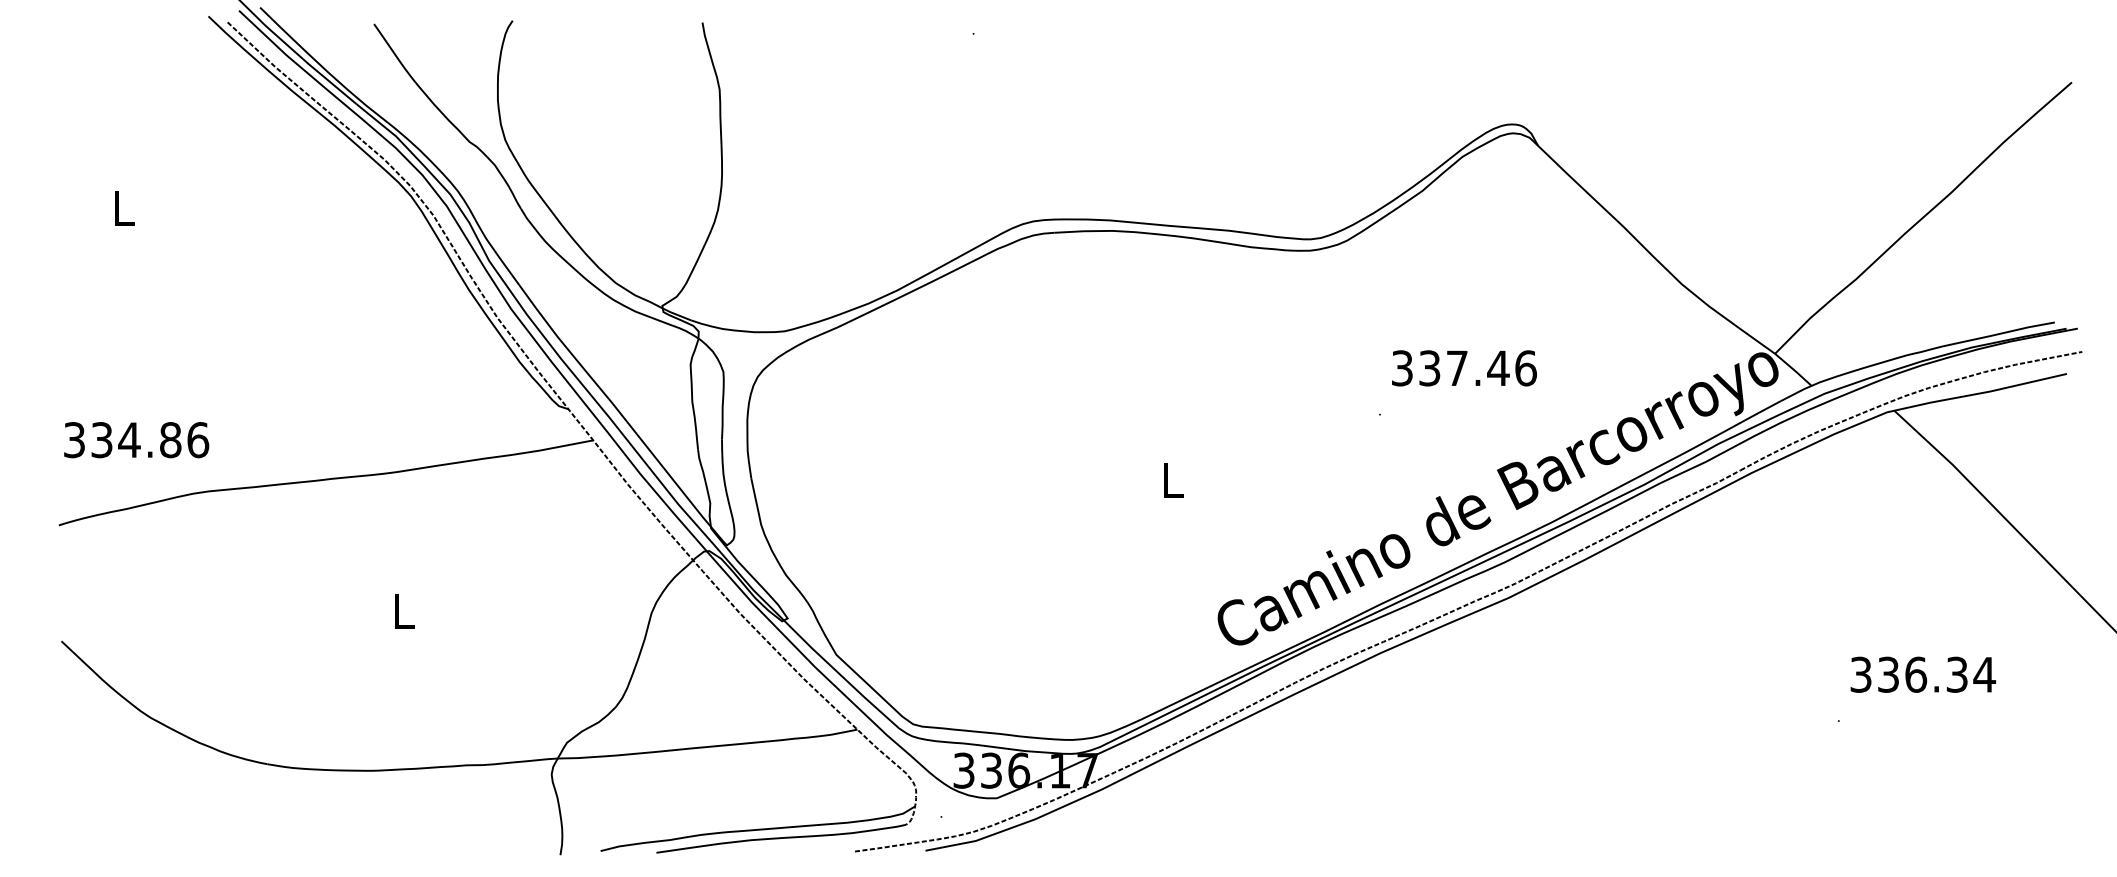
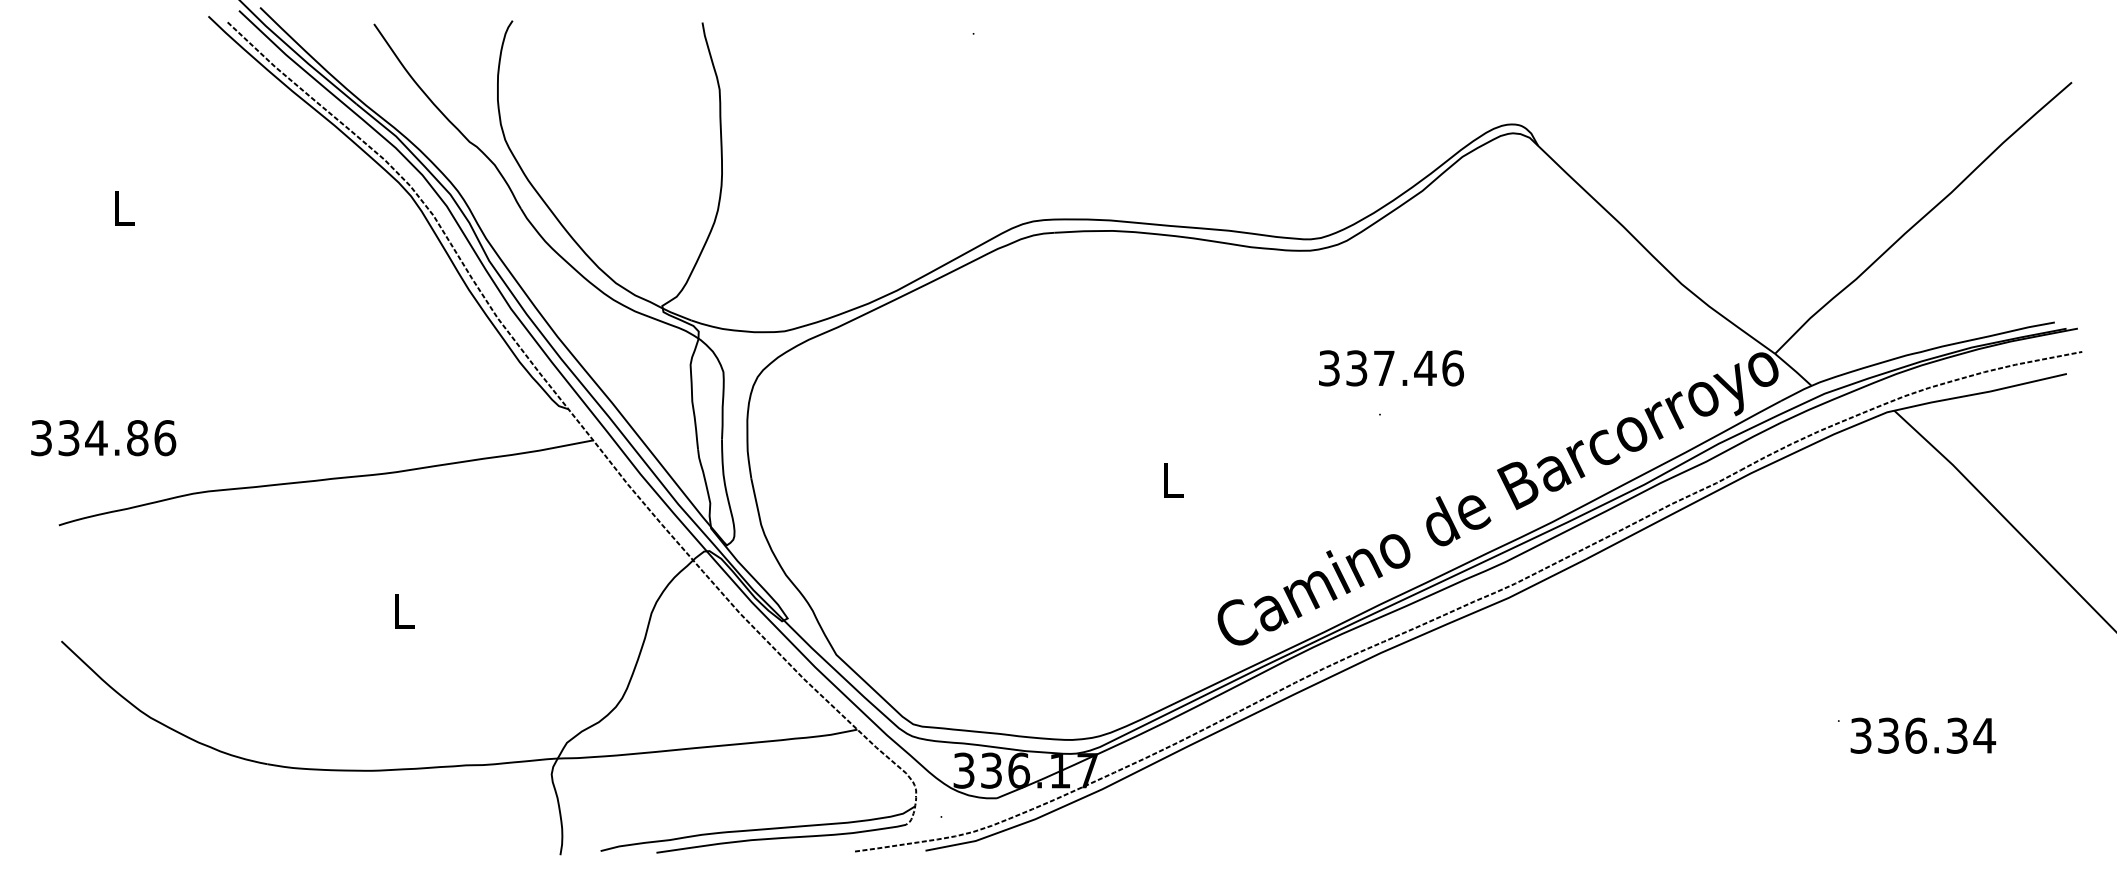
text at (1464, 368) position: (1464, 368) -> (1391, 368)
text at (136, 440) position: (136, 440) -> (103, 438)
text at (1923, 674) position: (1923, 674) -> (1923, 735)
